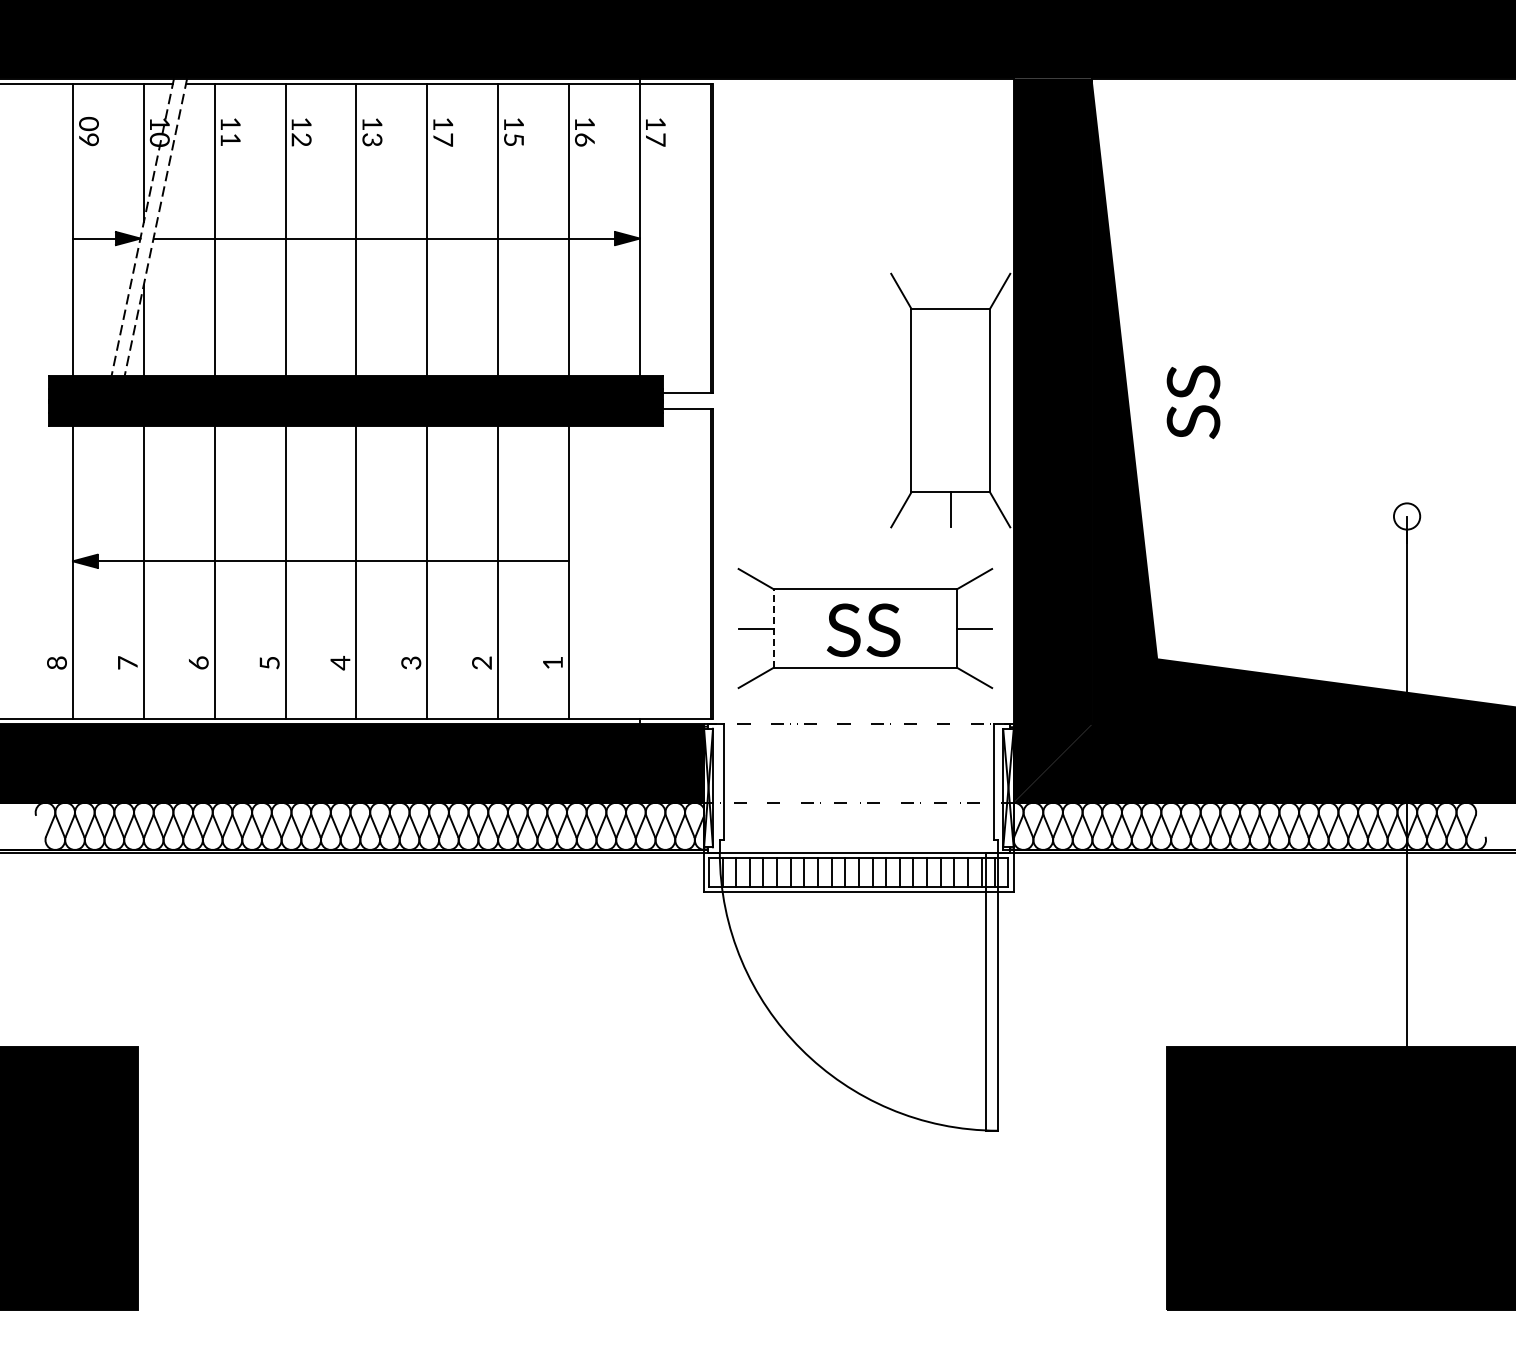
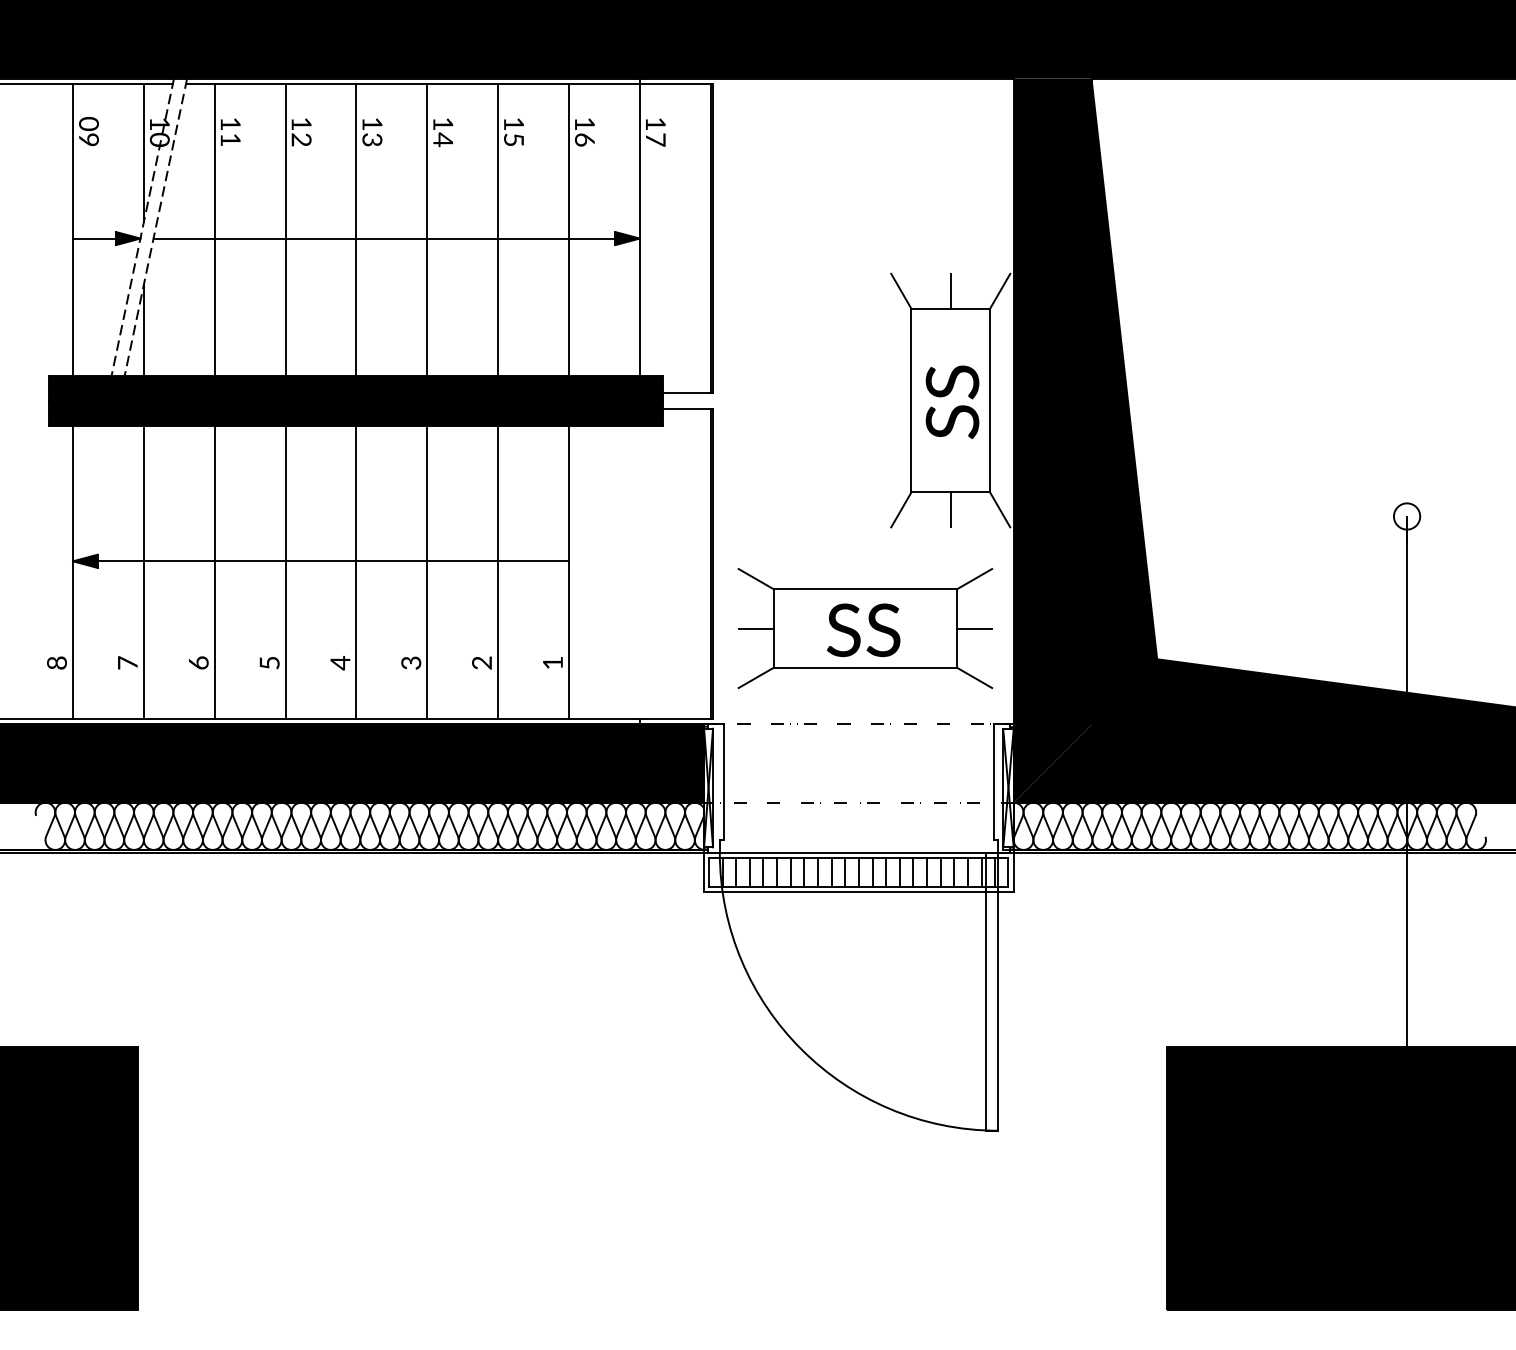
text at (442, 139): 17 -> 14
line at (950, 290): none -> present
text at (1193, 402) position: (1193, 402) -> (952, 402)
line at (773, 628): dashed -> solid
